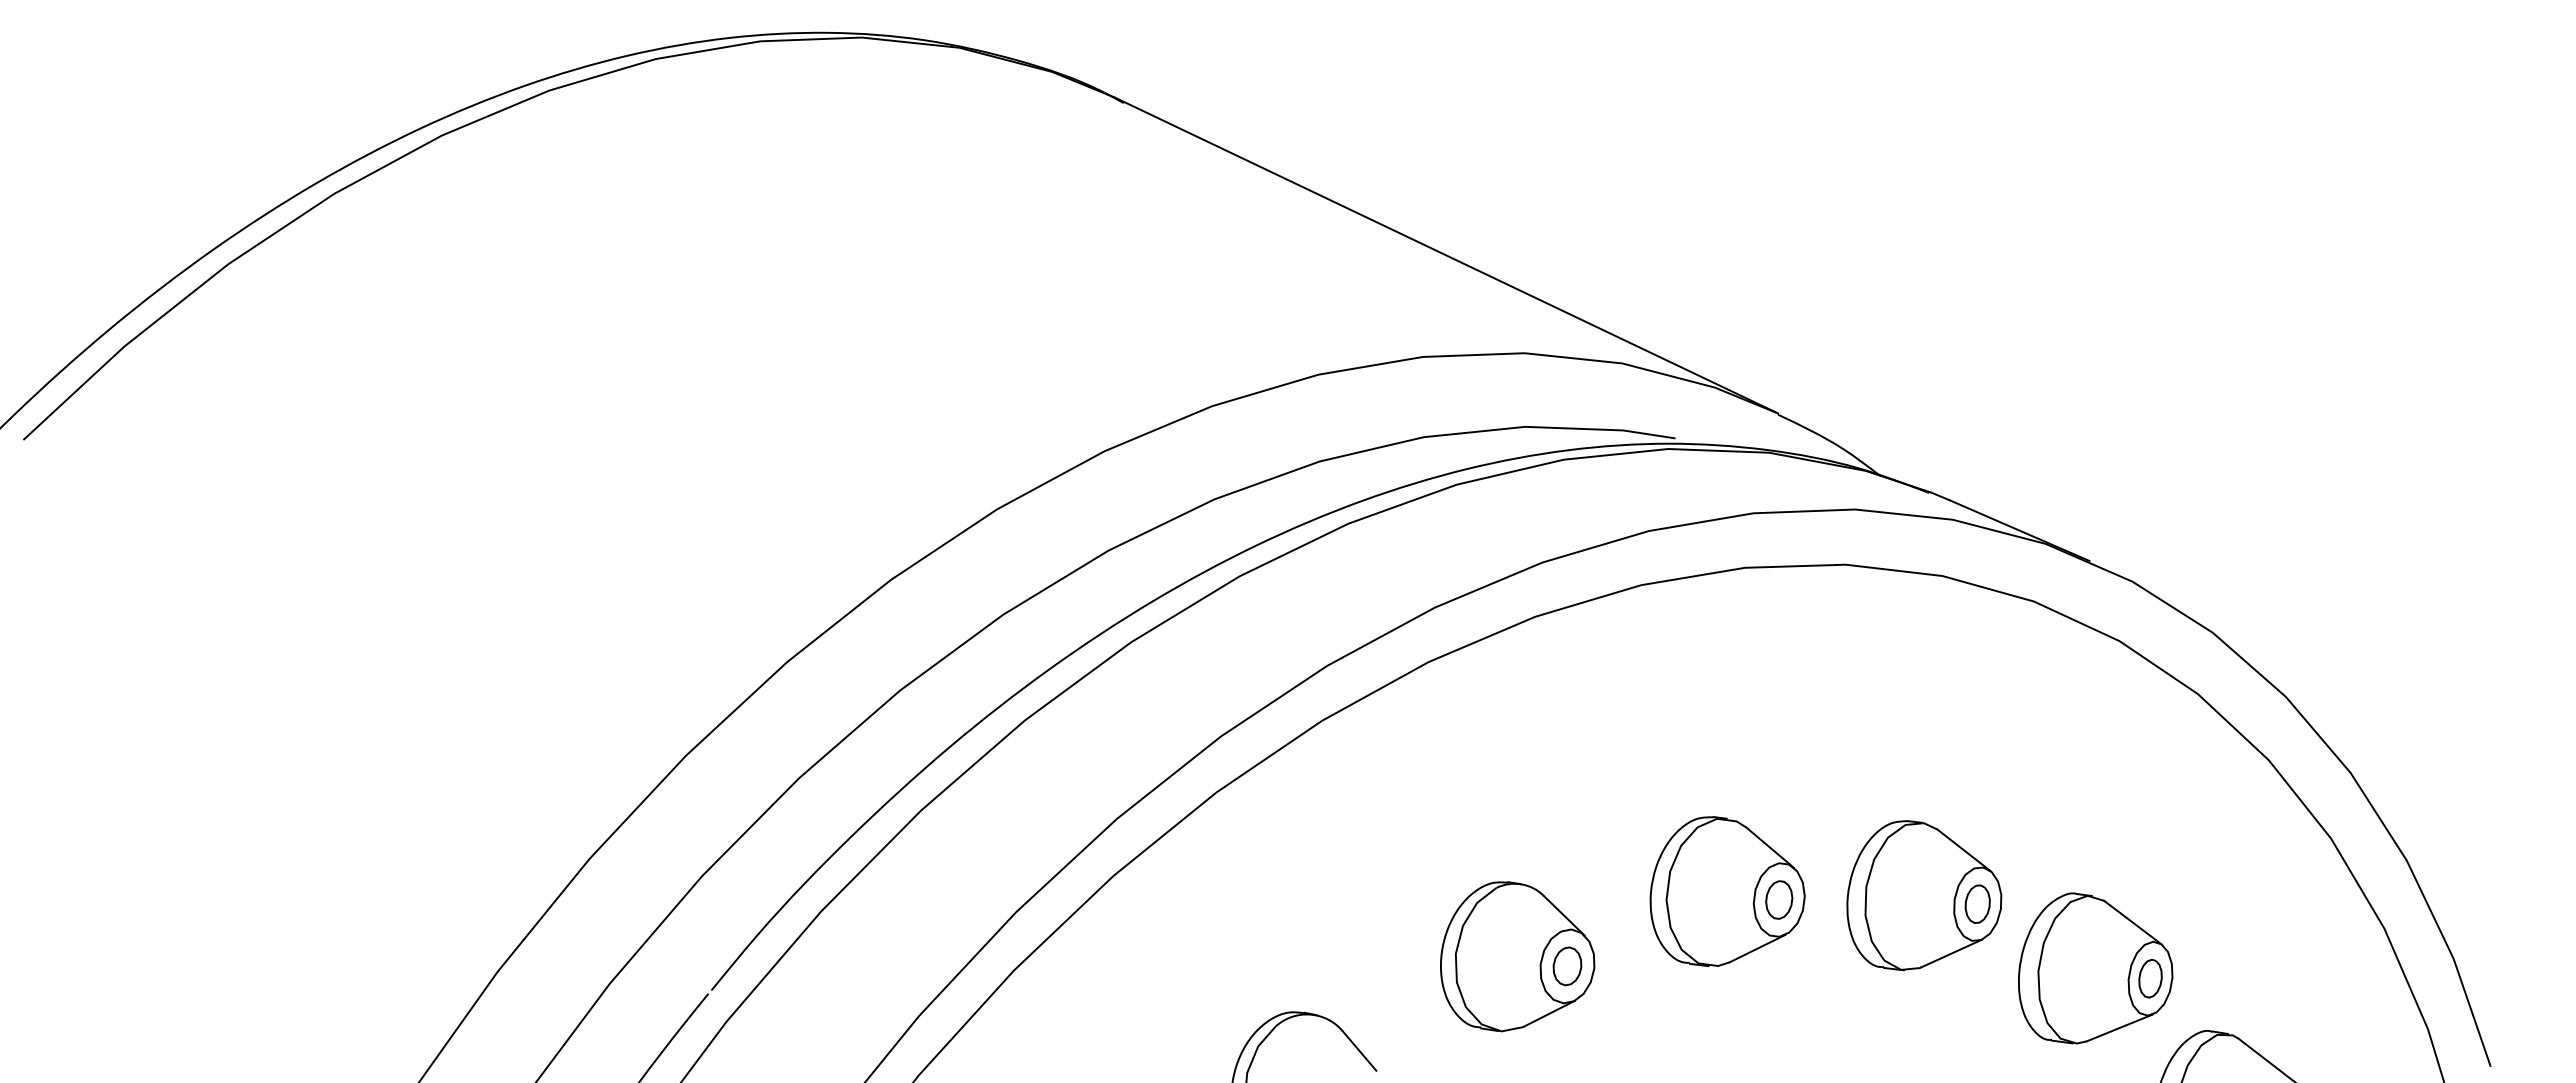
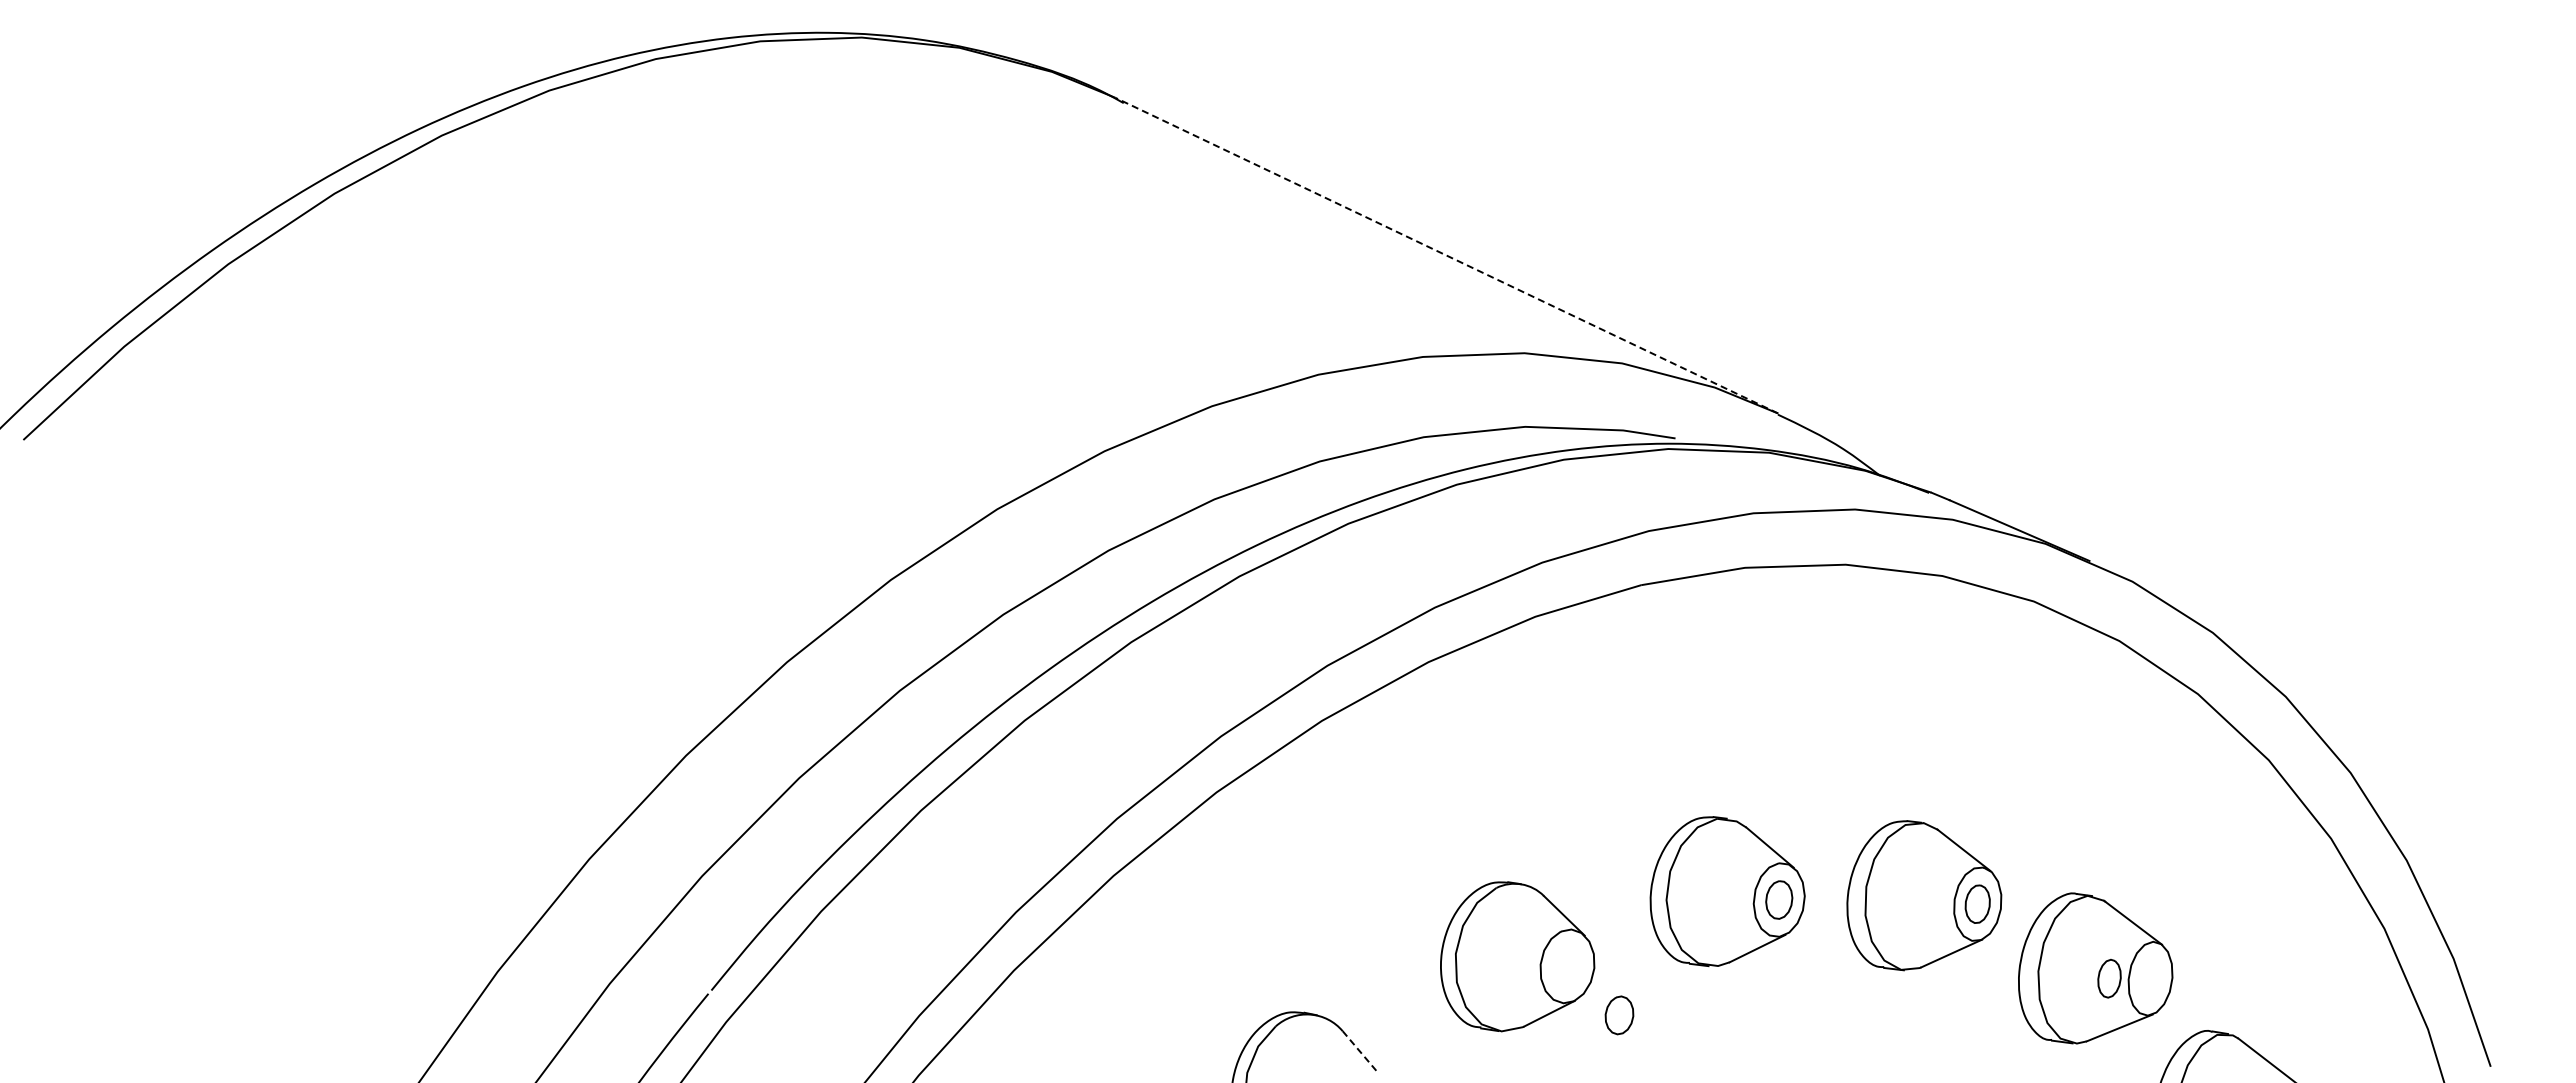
line at (1446, 255): solid -> dashed
part at (1567, 966) position: (1567, 966) -> (1619, 1015)
part at (2150, 978) position: (2150, 978) -> (2109, 978)
line at (1359, 1051): solid -> dashed
